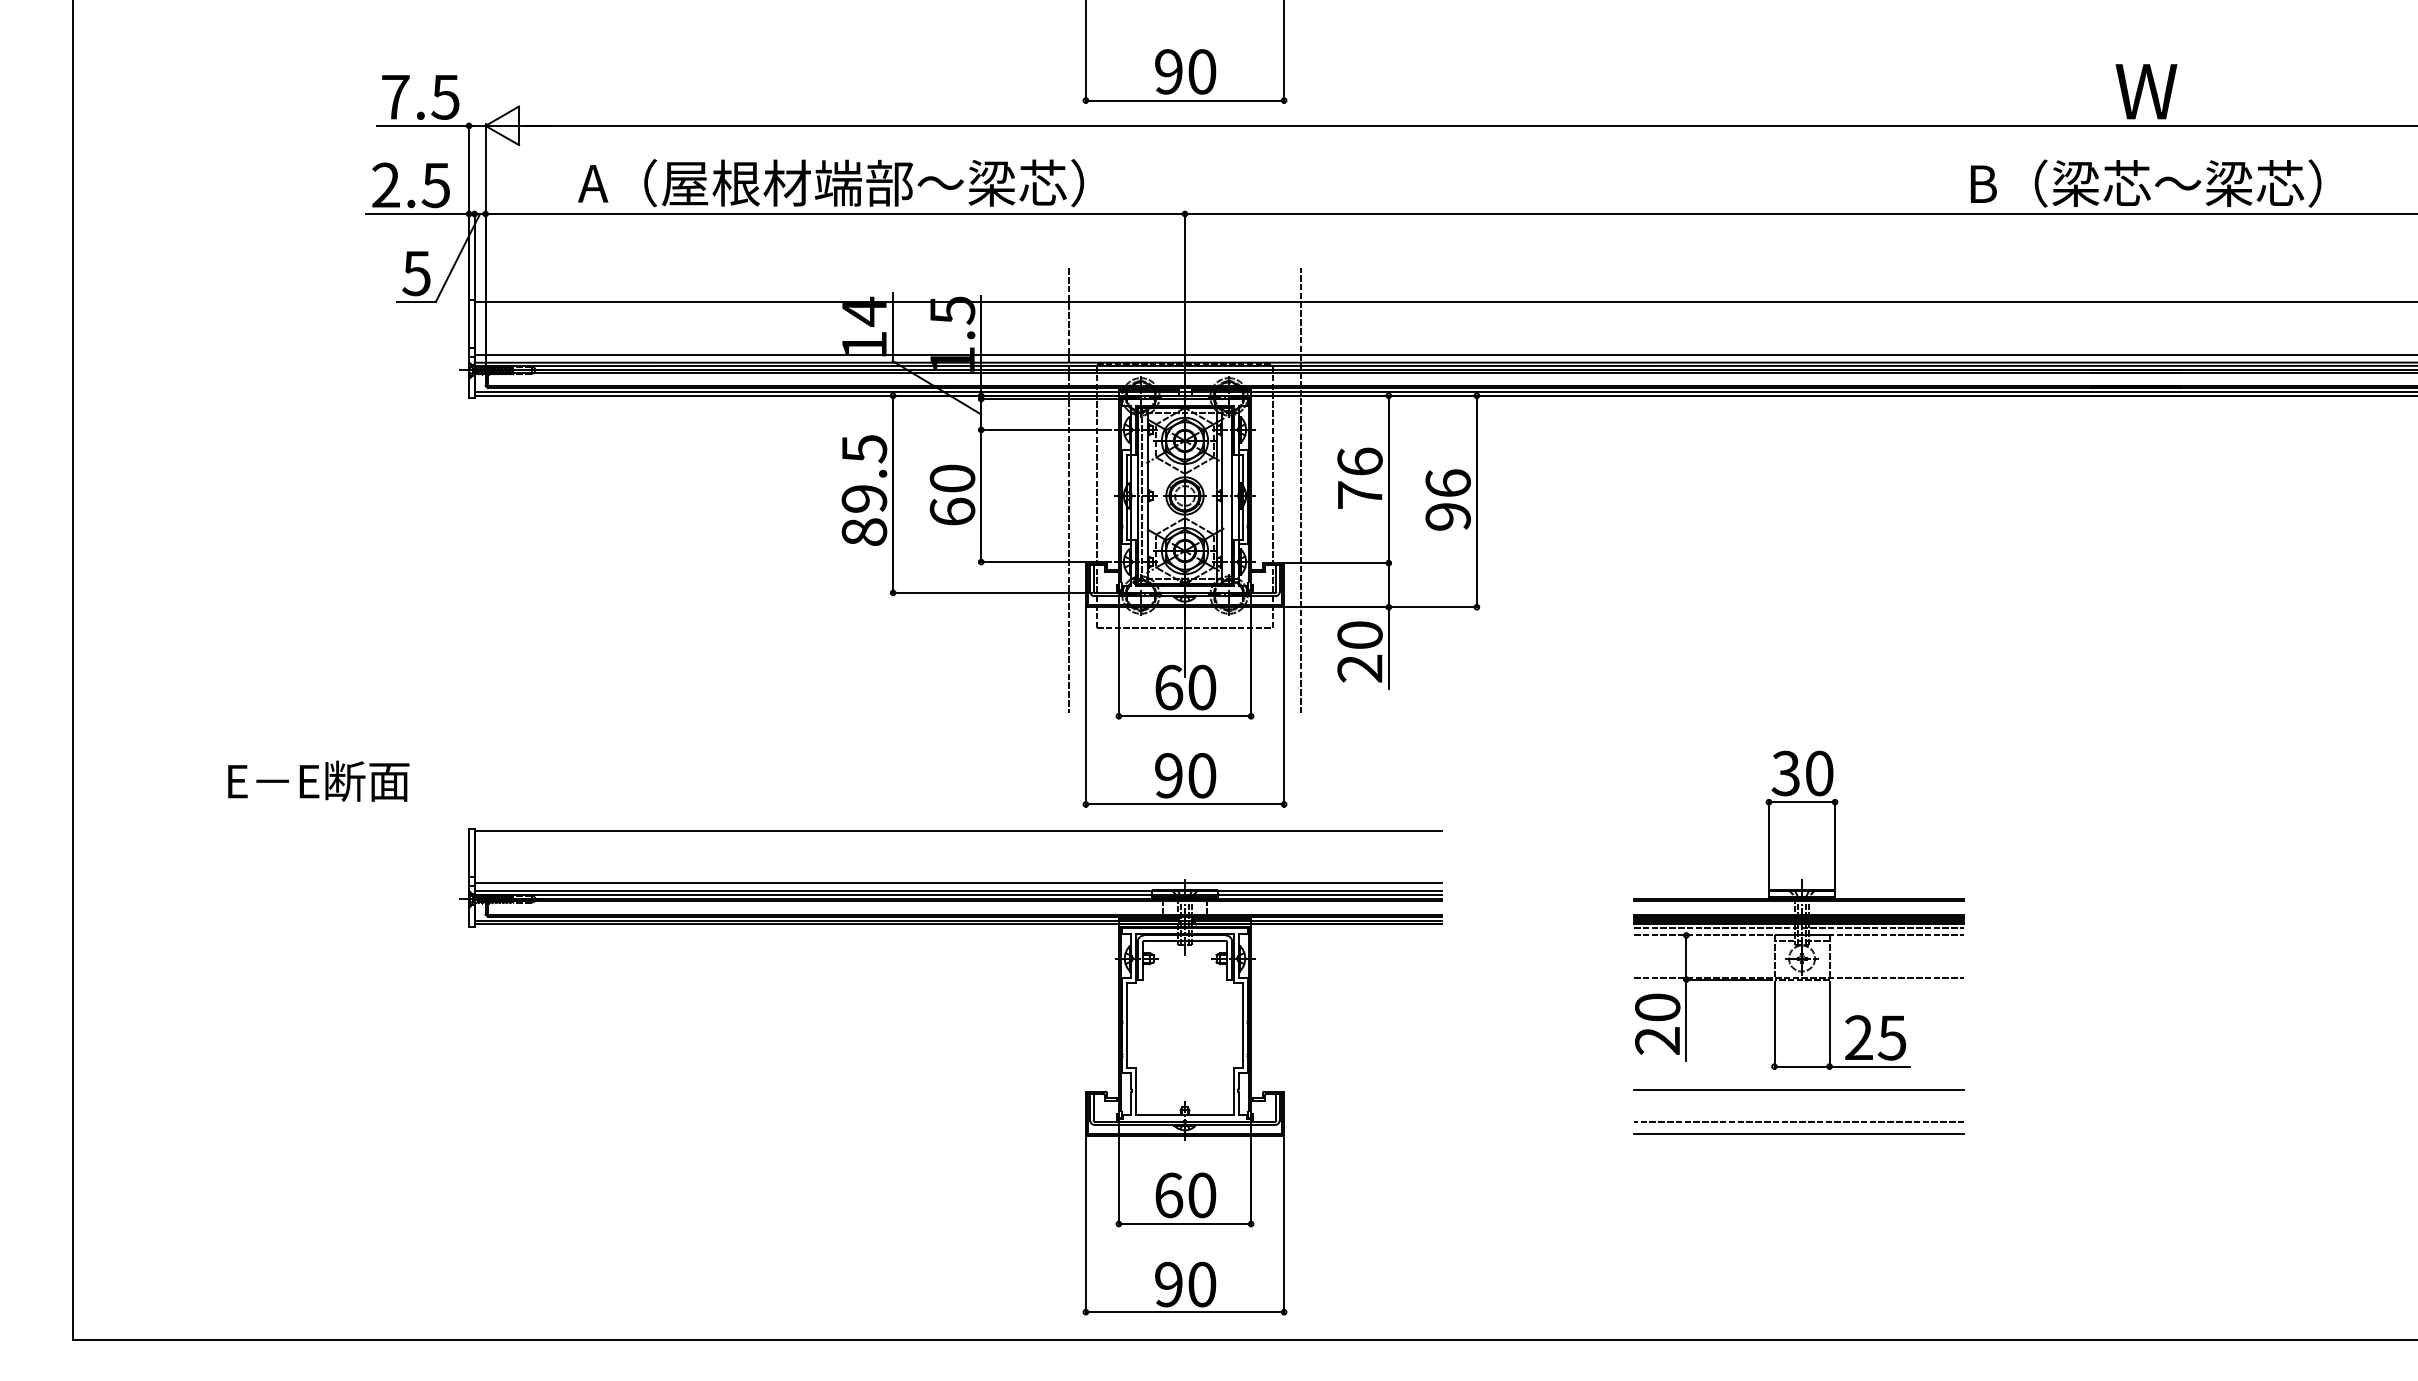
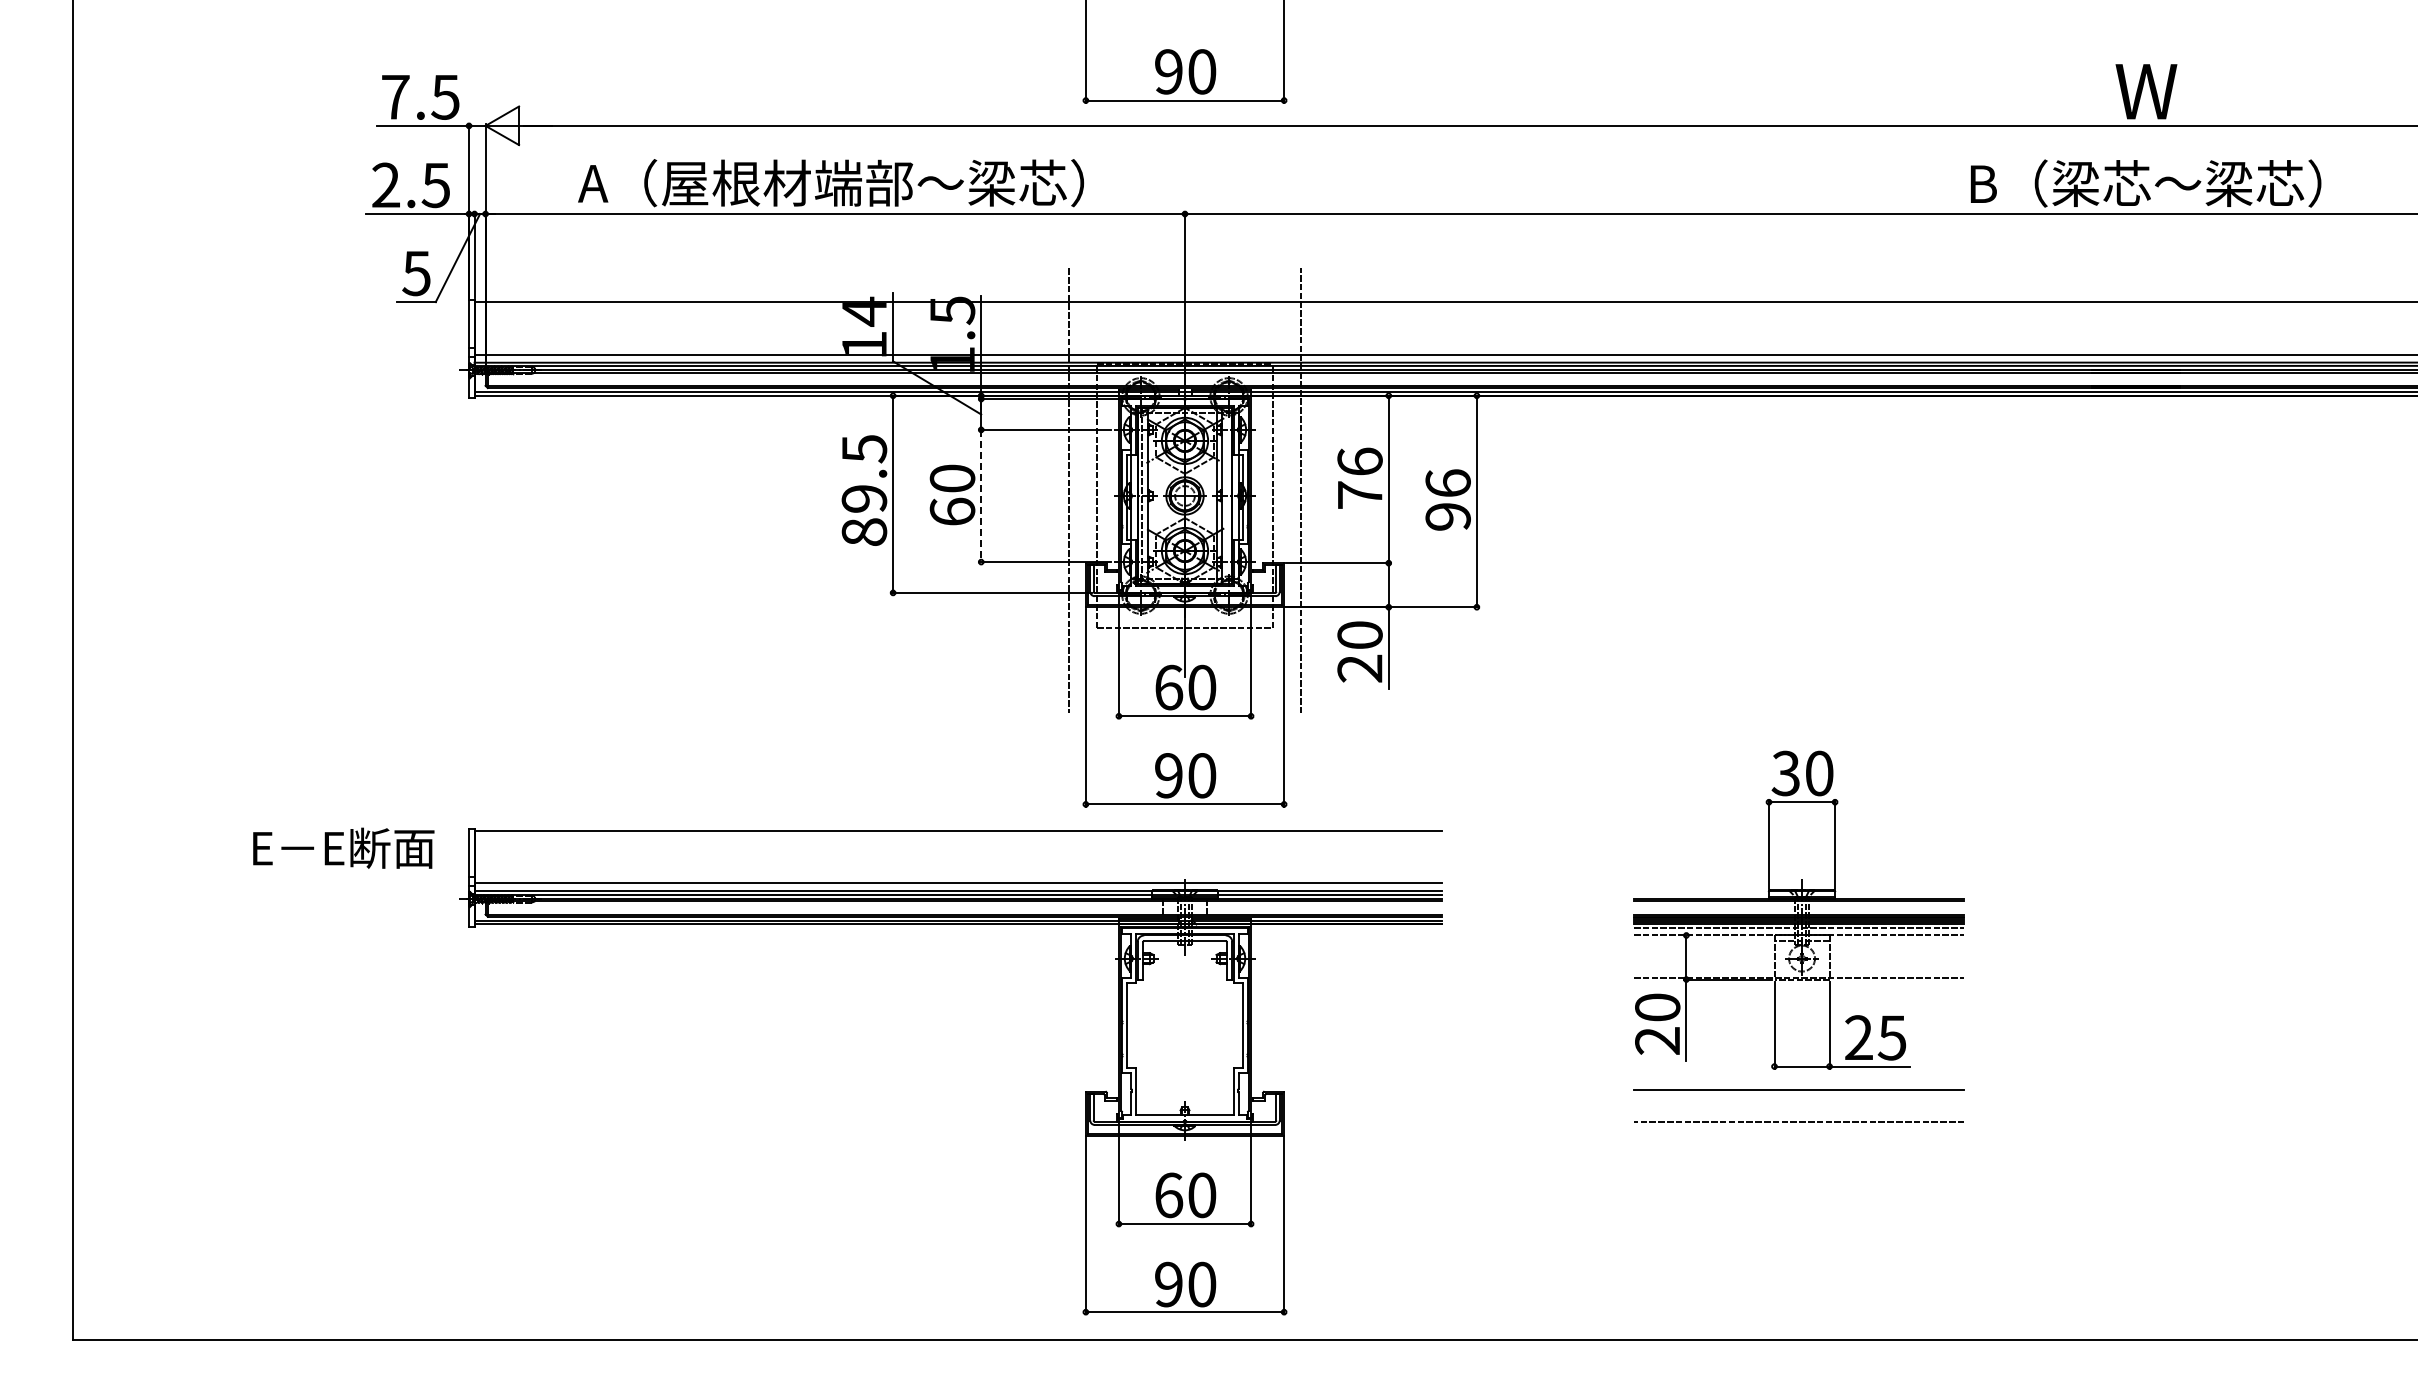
line at (981, 496): solid -> dashed
text at (318, 780) position: (318, 780) -> (343, 847)
line at (1798, 1133): present -> none
